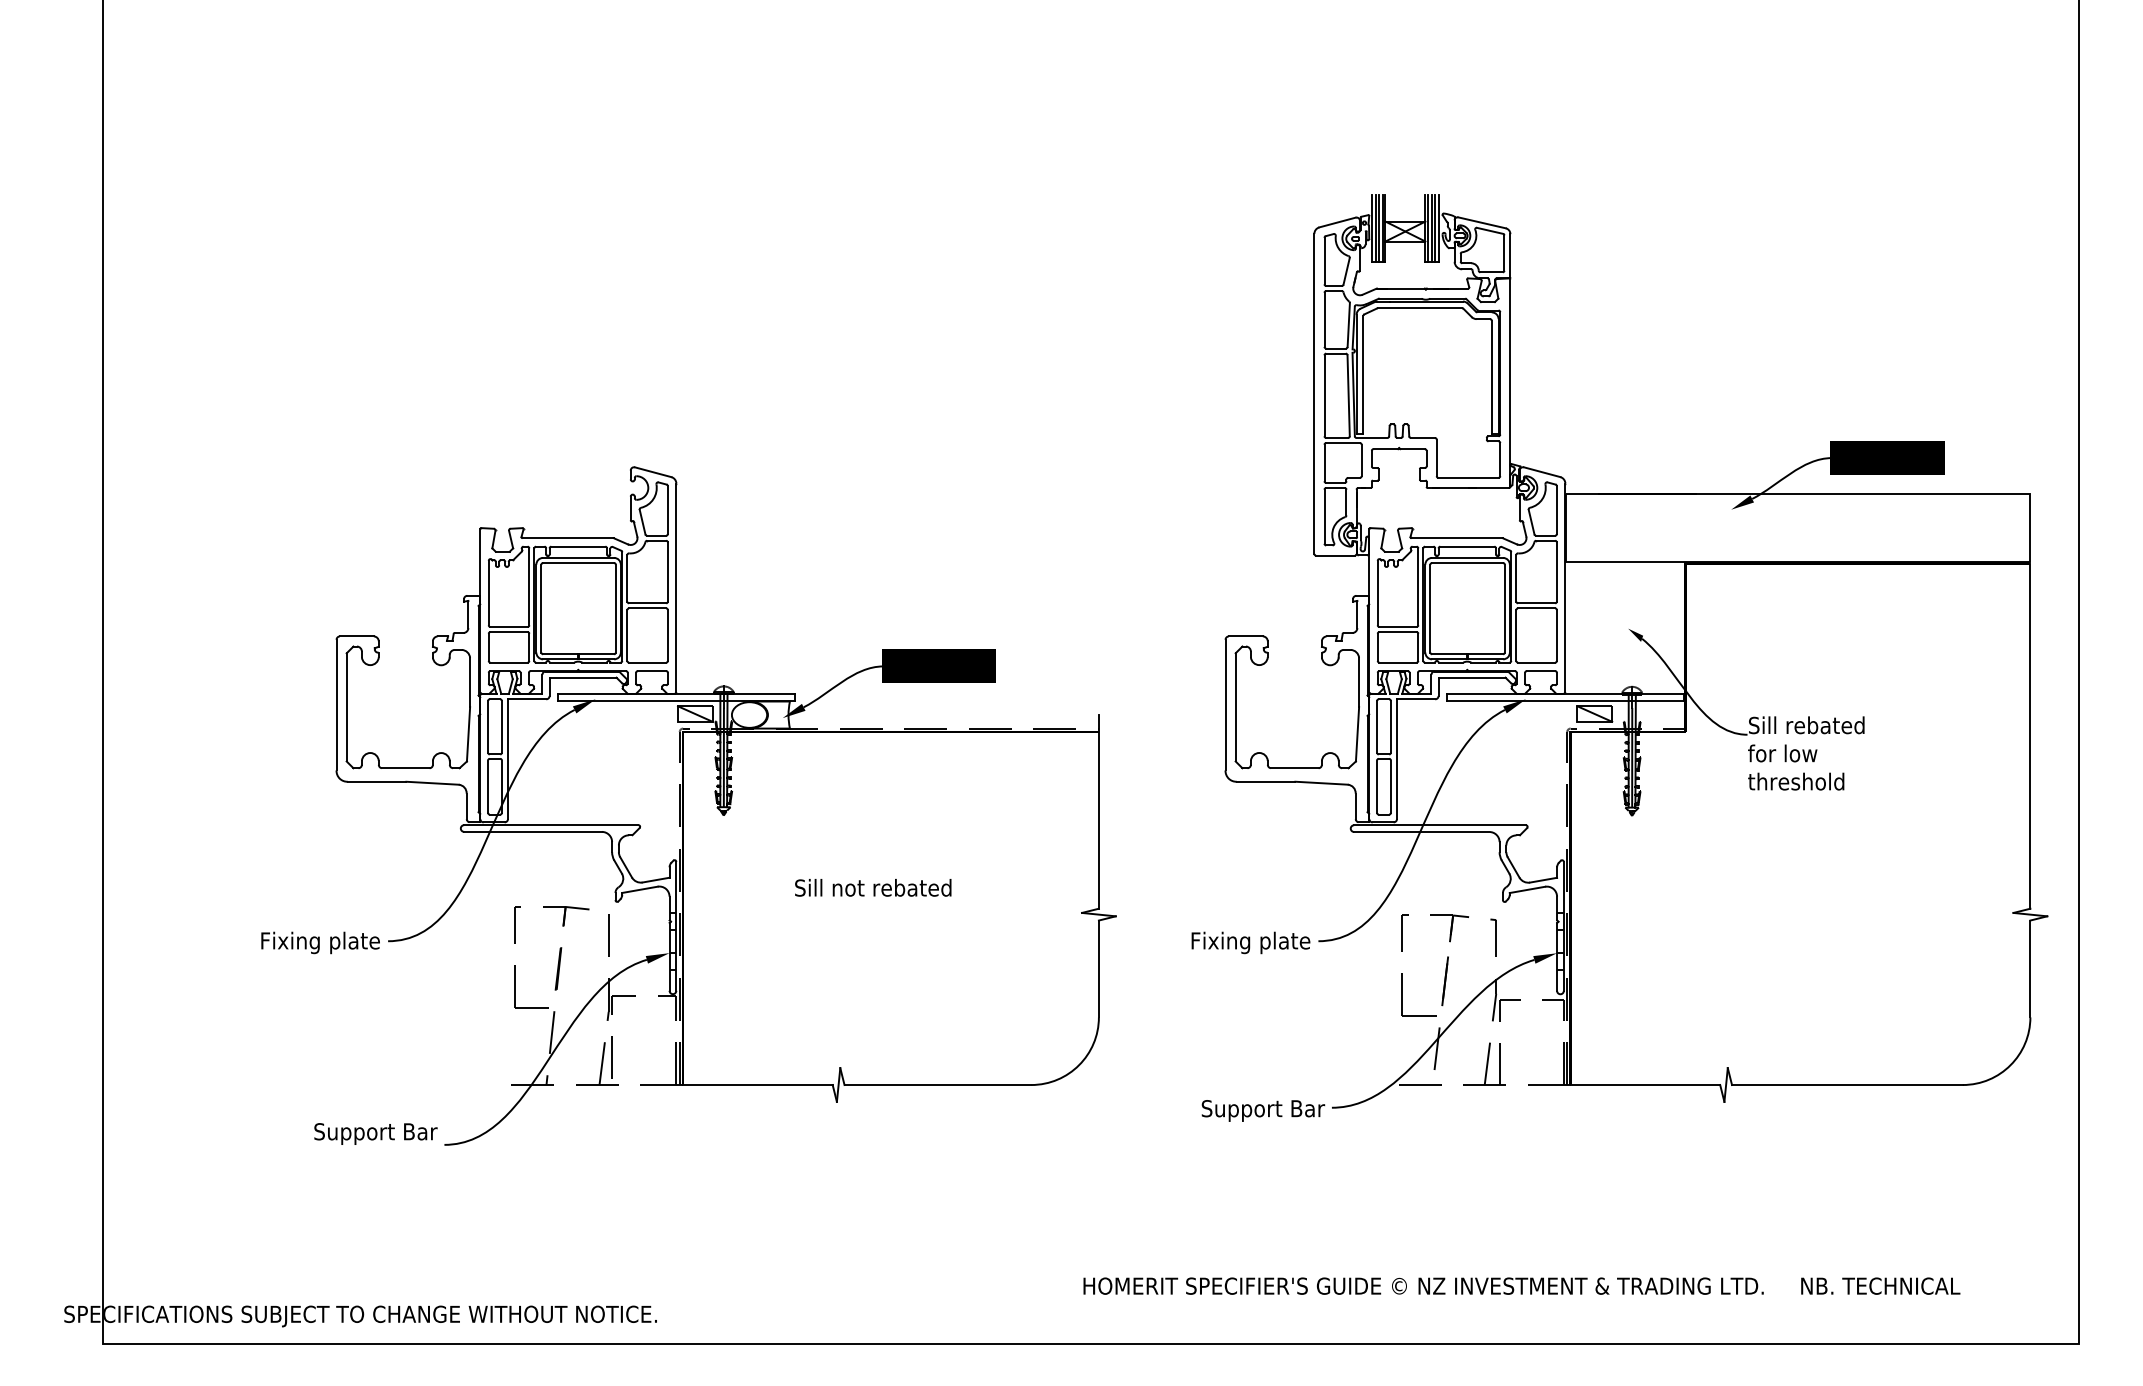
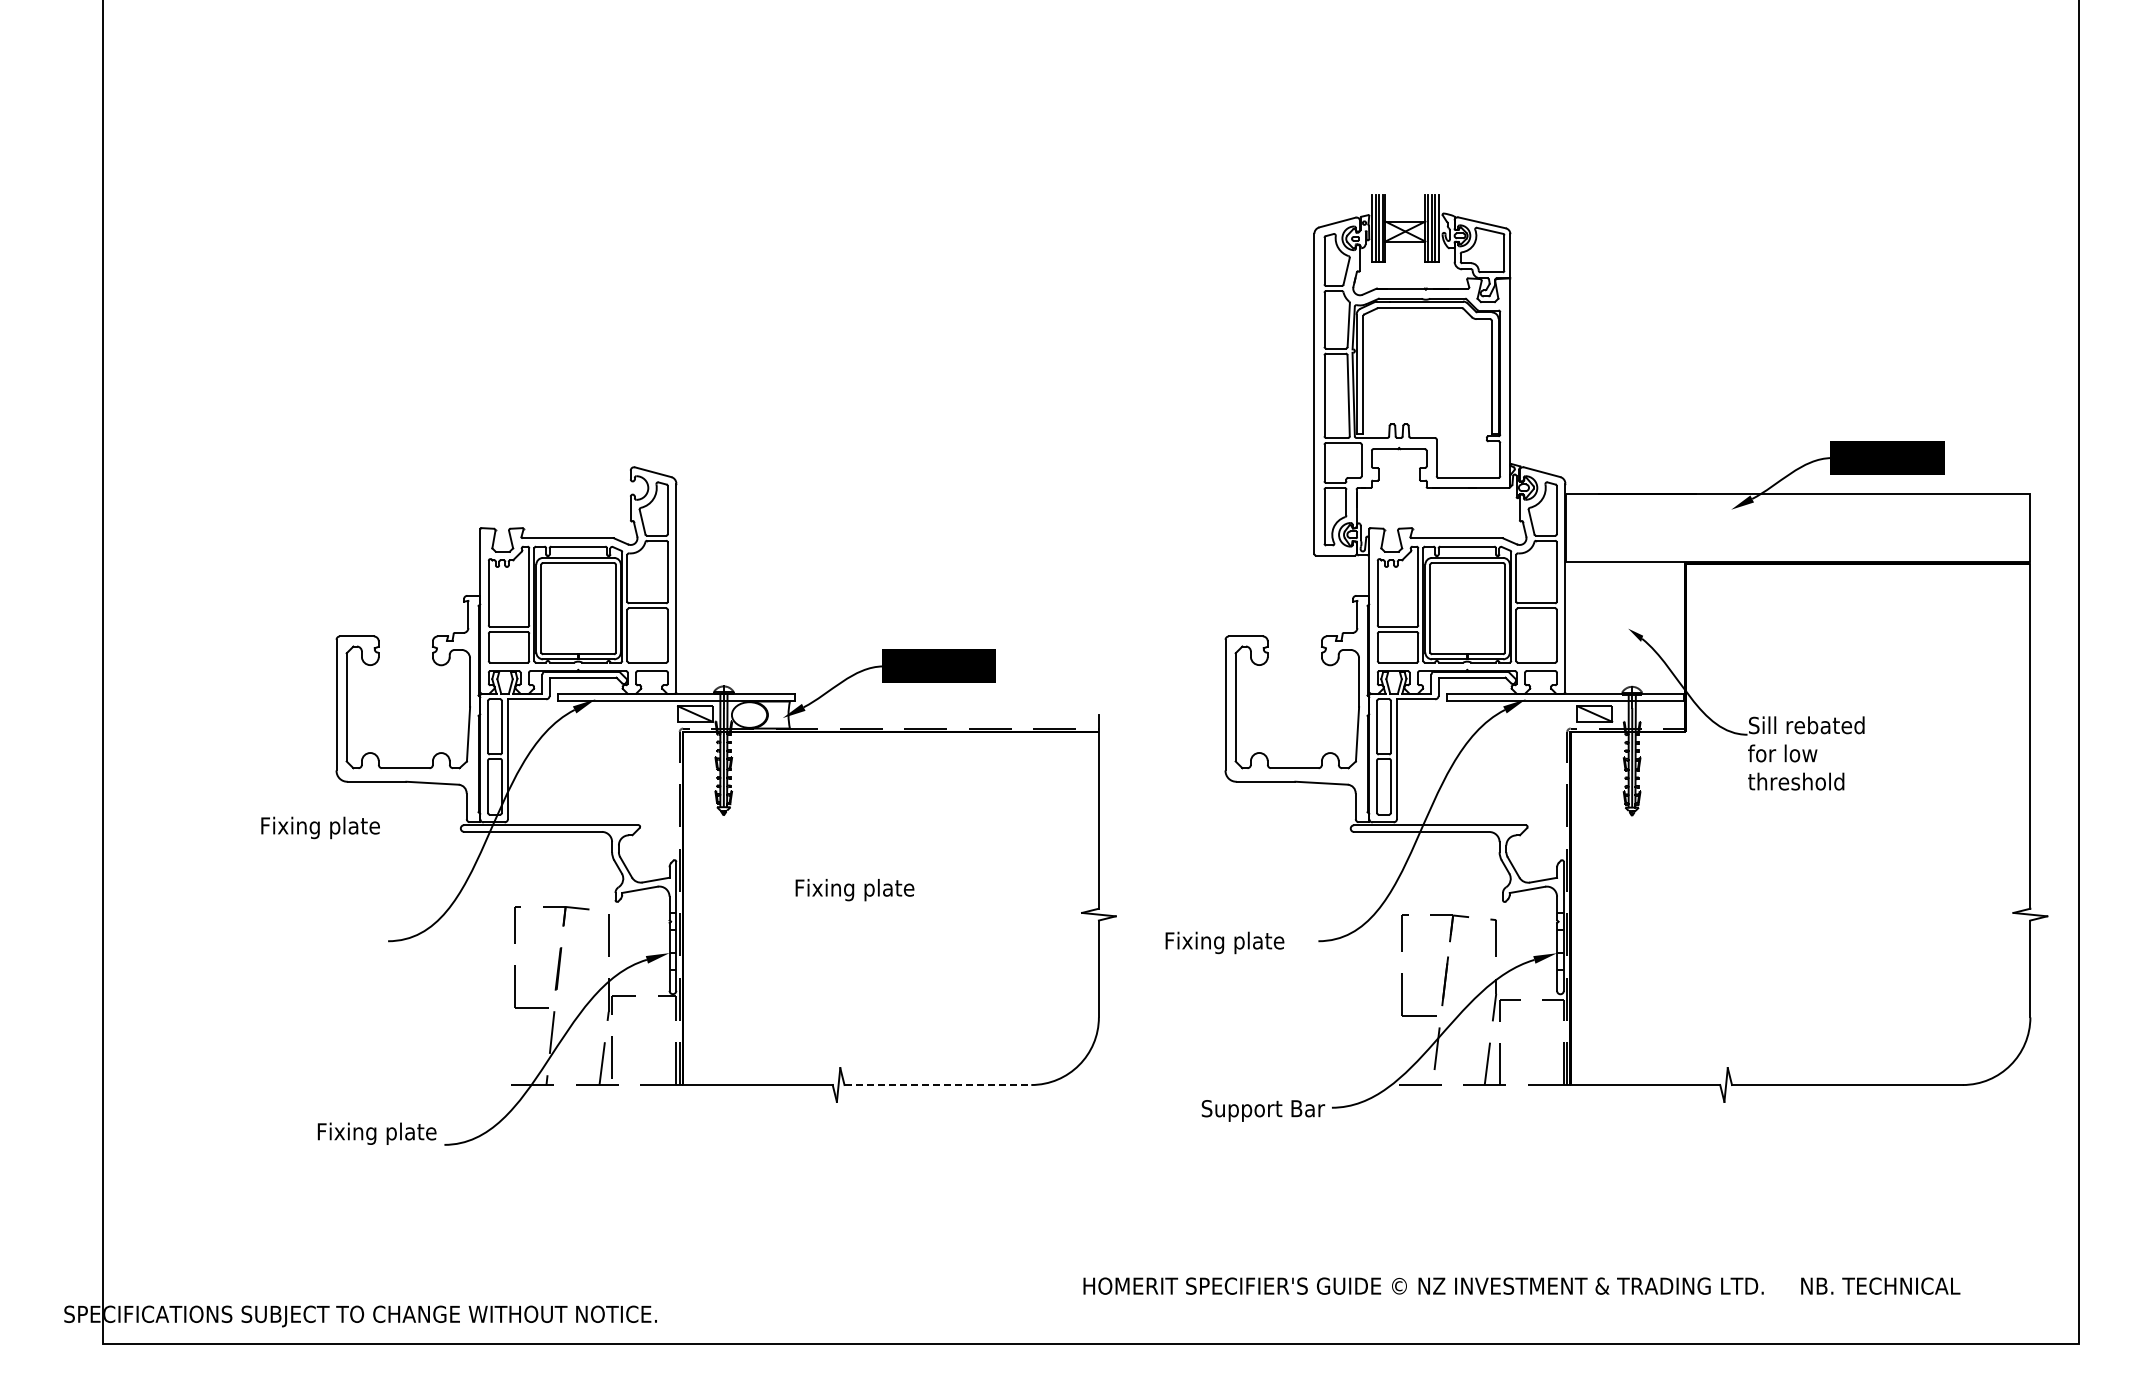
text at (873, 889): Sill not rebated -> Fixing plate
text at (320, 942) position: (320, 942) -> (320, 827)
text at (1250, 942) position: (1250, 942) -> (1224, 942)
line at (938, 1085): solid -> dashed
text at (375, 1133): Support Bar -> Fixing plate
